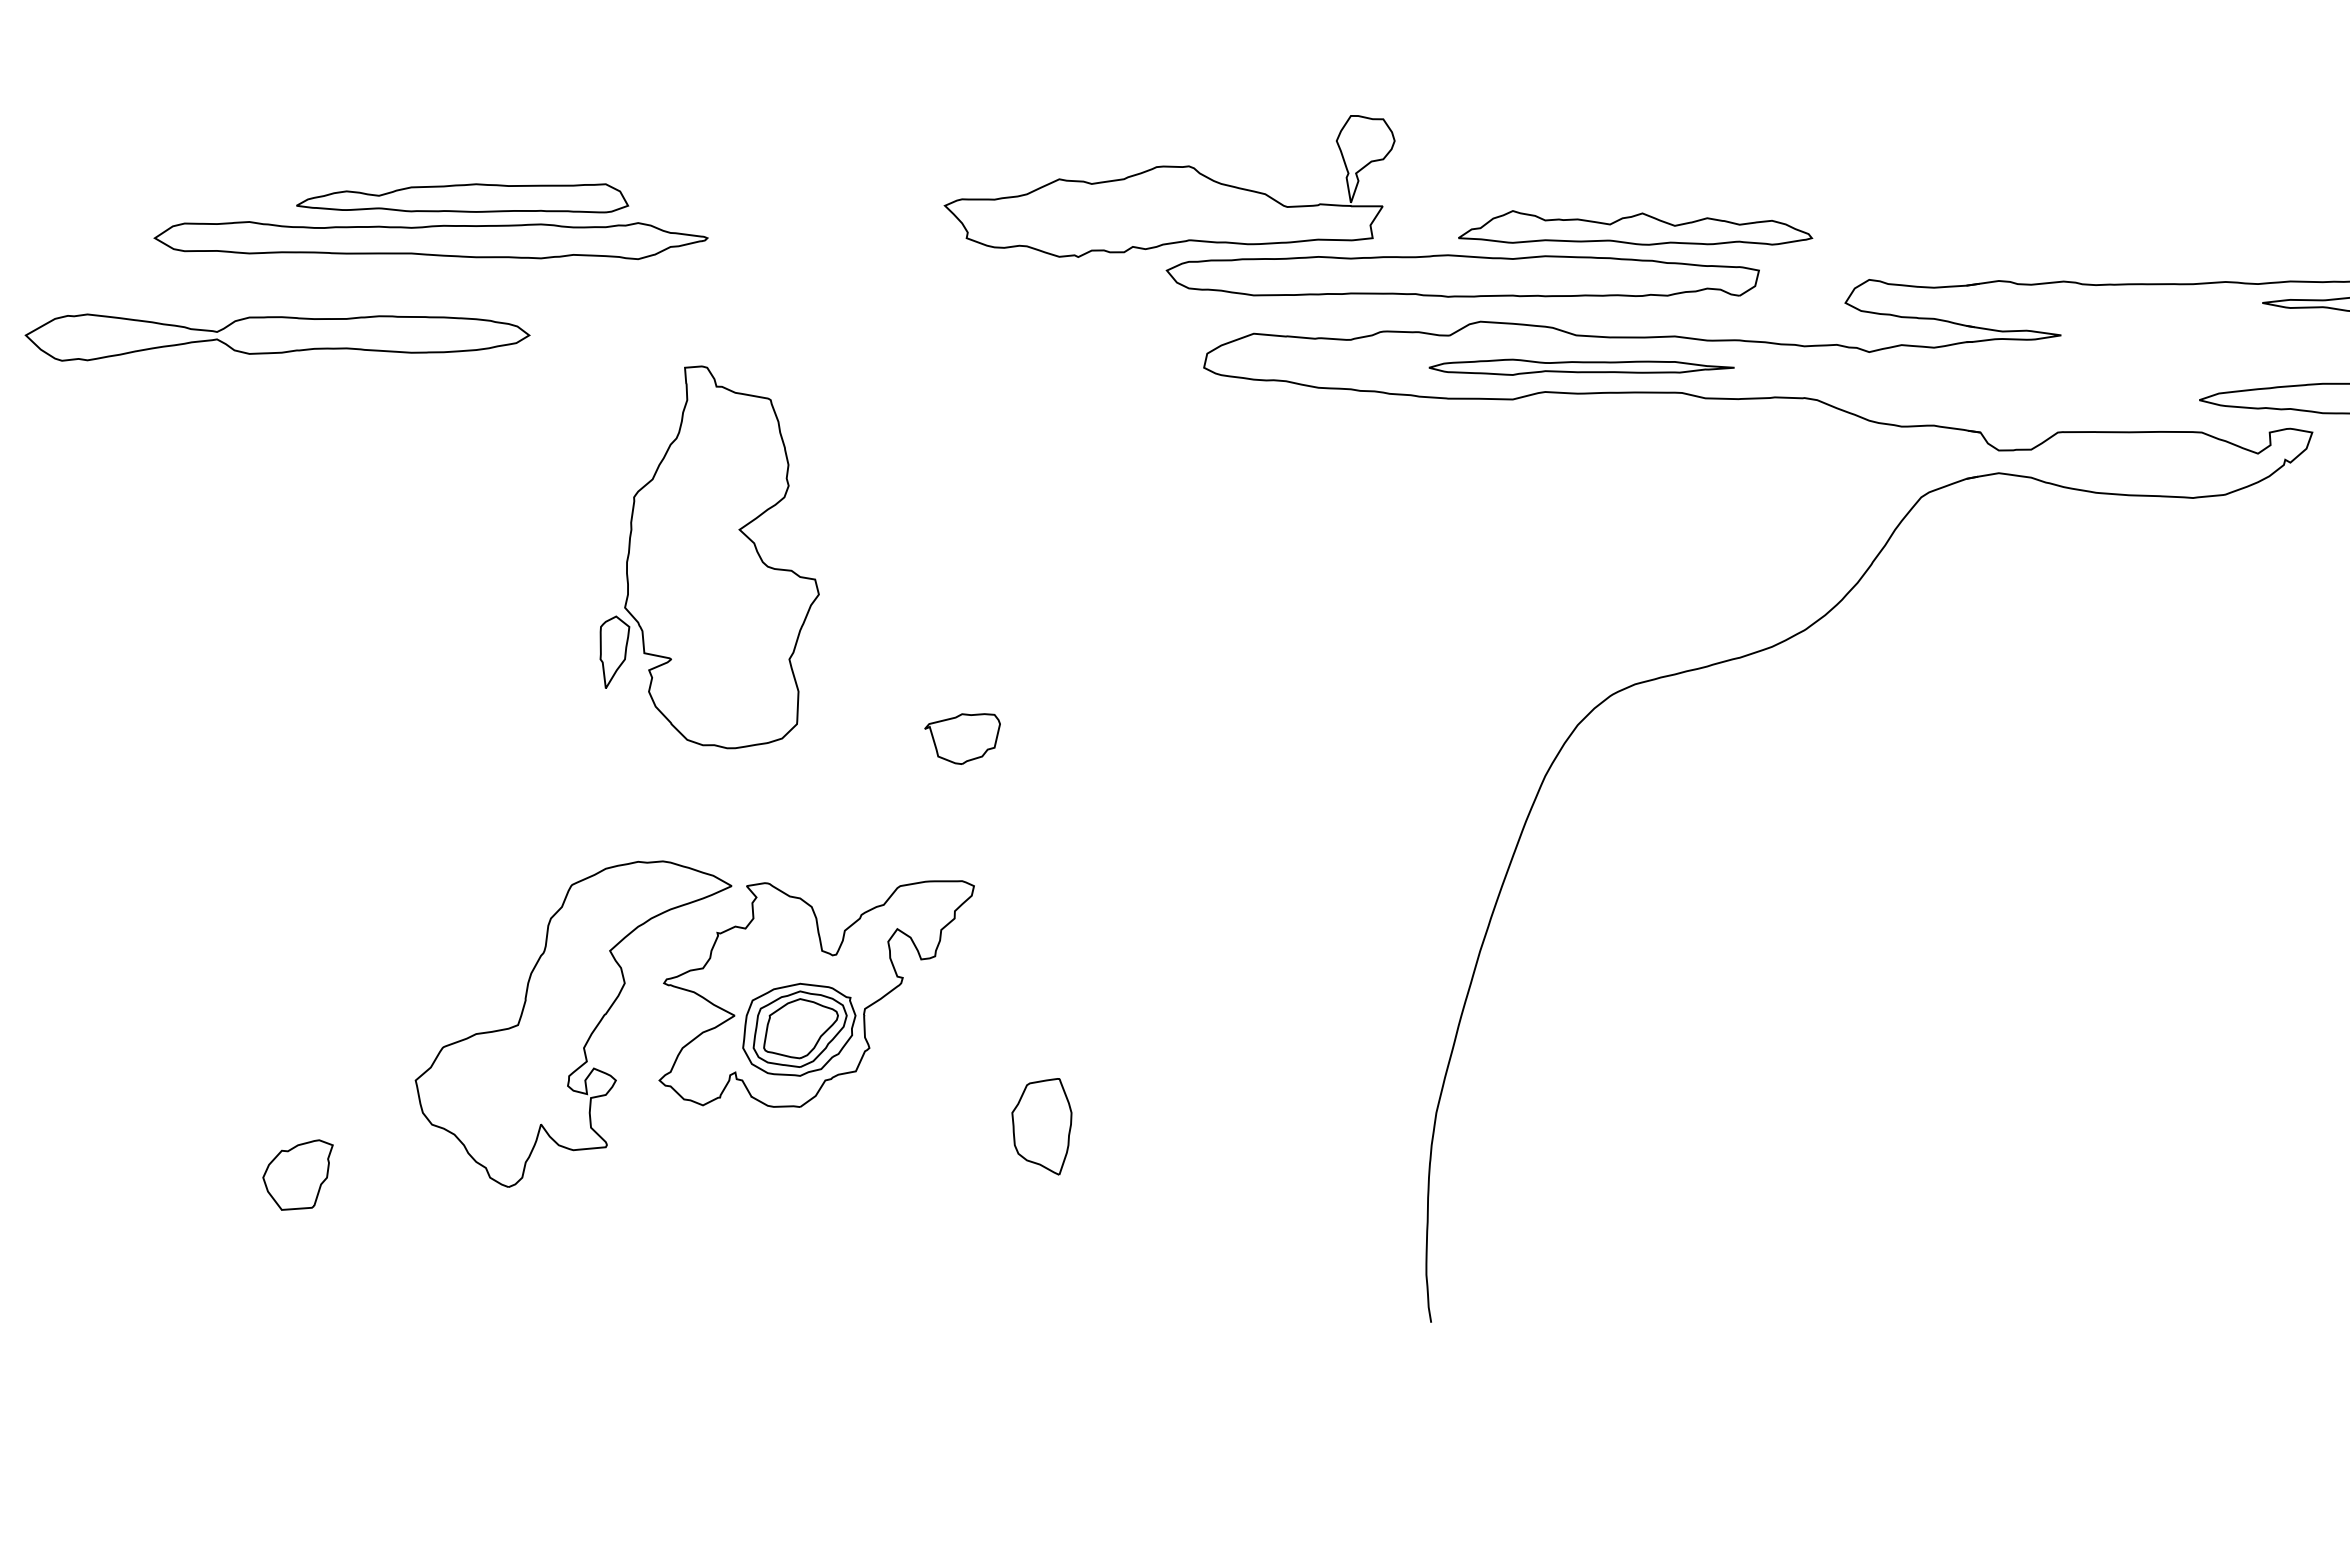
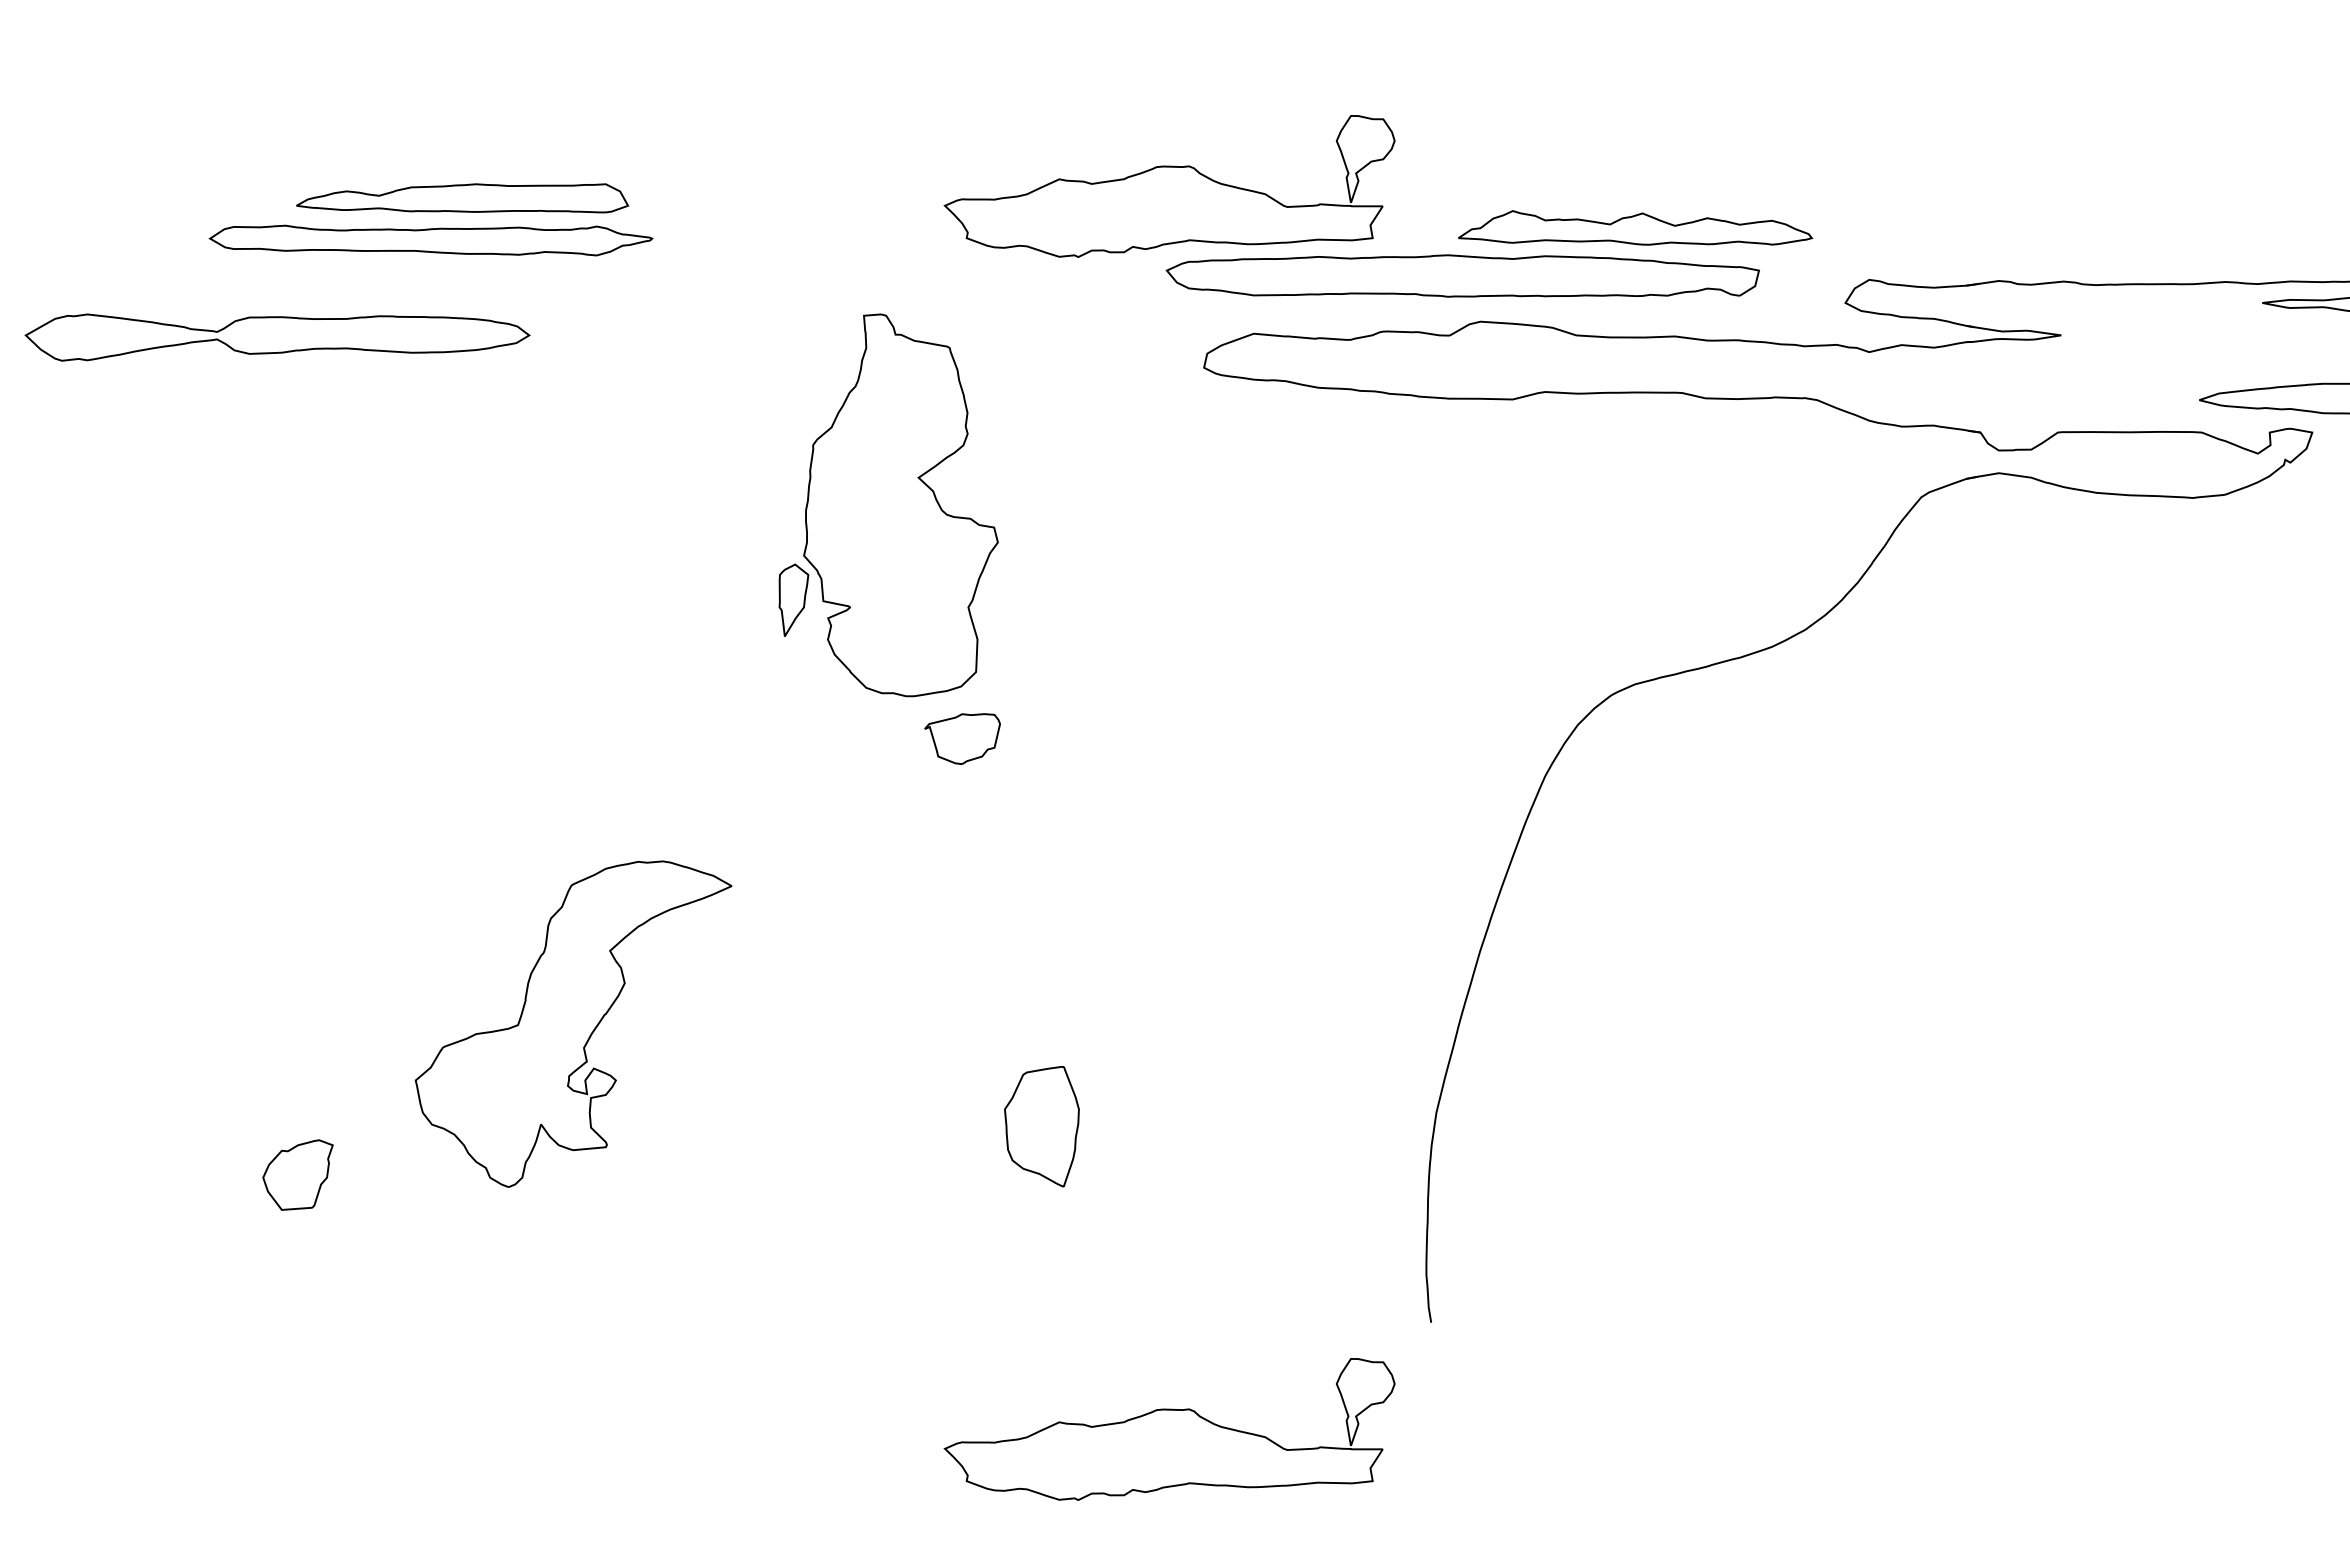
part at (430, 240) size: 556x39 px -> 446x33 px
part at (1581, 366): present -> none
part at (709, 557) position: (709, 557) -> (888, 505)
part at (816, 993): present -> none
part at (1041, 1126) size: 62x98 px -> 76x122 px
part at (1169, 1429): none -> present
